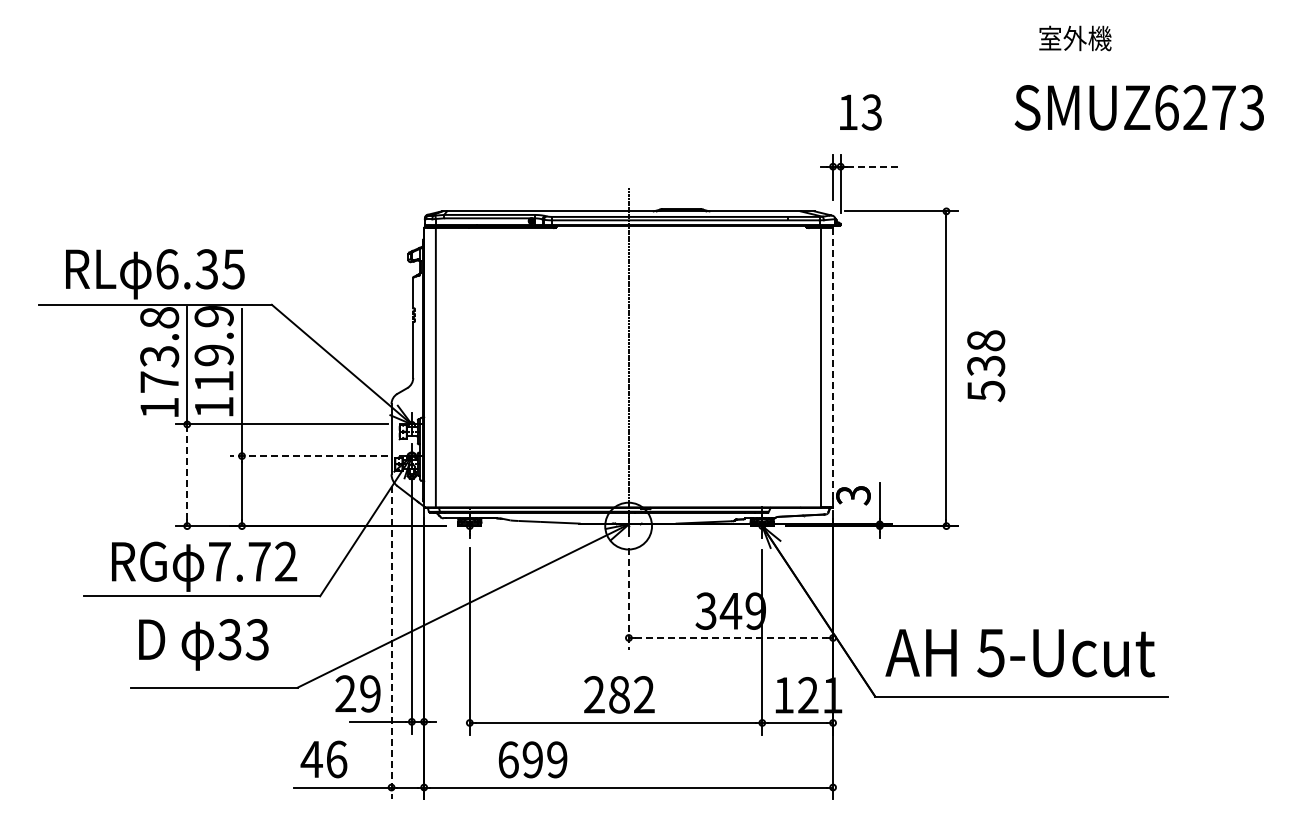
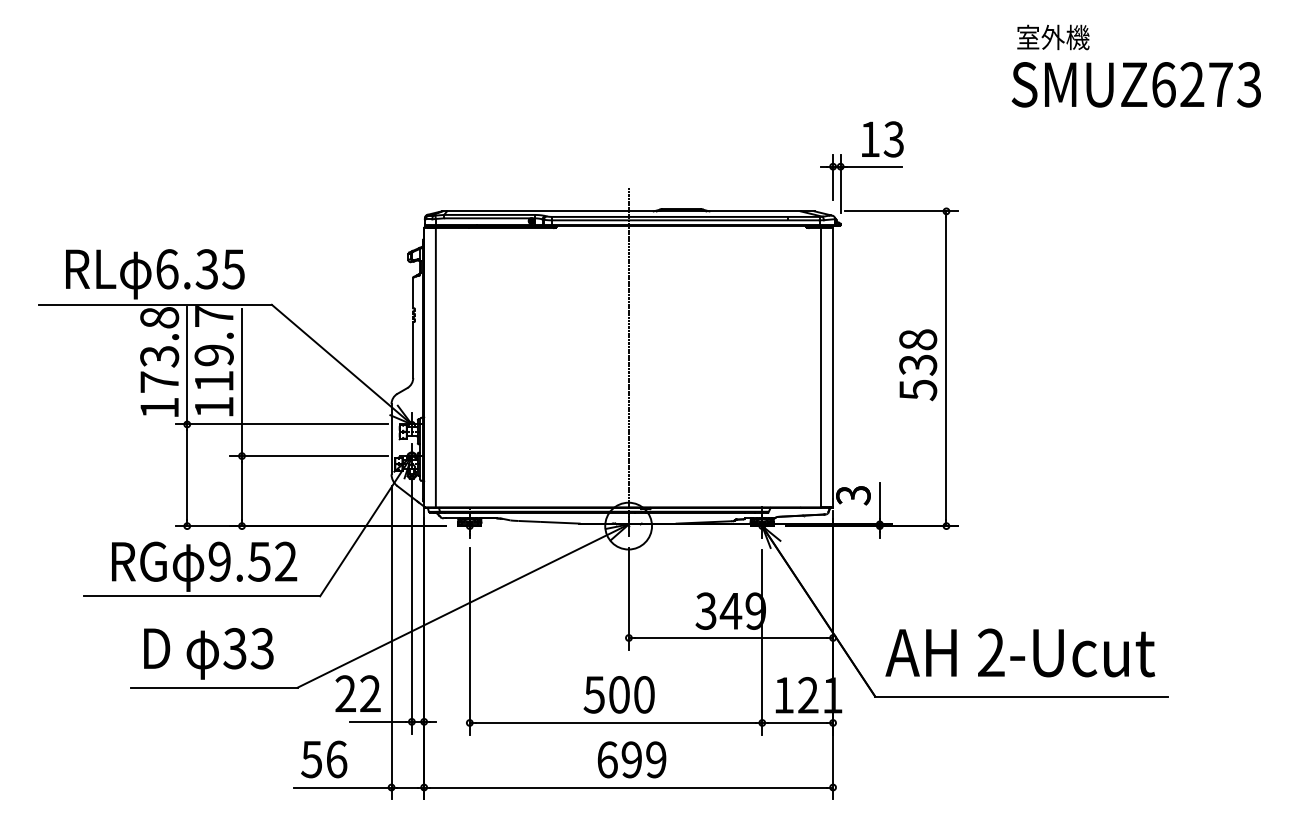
text at (1075, 38) position: (1075, 38) -> (1053, 37)
text at (1138, 107) position: (1138, 107) -> (1135, 84)
text at (860, 112) position: (860, 112) -> (882, 139)
line at (874, 166): dashed -> solid
text at (213, 316): 119.9 -> 119.7
line at (833, 363): dashed -> solid
text at (986, 366) position: (986, 366) -> (918, 365)
line at (308, 456): dashed -> solid
line at (187, 475): dashed -> solid
text at (239, 561): 7.72 -> 9.52
line at (628, 598): dashed -> solid
line at (731, 637): dashed -> solid
line at (391, 642): dashed -> solid
text at (203, 644) position: (203, 644) -> (208, 653)
text at (990, 652): 5-Ucut -> 2-Ucut
text at (370, 693): 29 -> 22
text at (618, 694): 282 -> 500
text at (311, 759): 46 -> 56
text at (533, 759) position: (533, 759) -> (632, 759)
